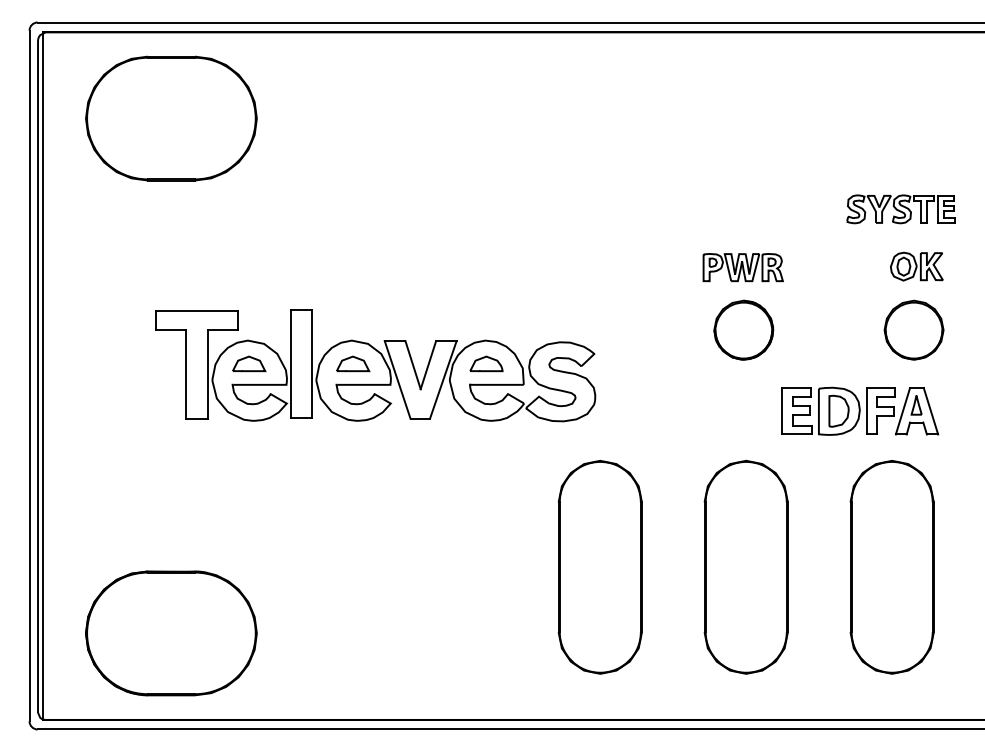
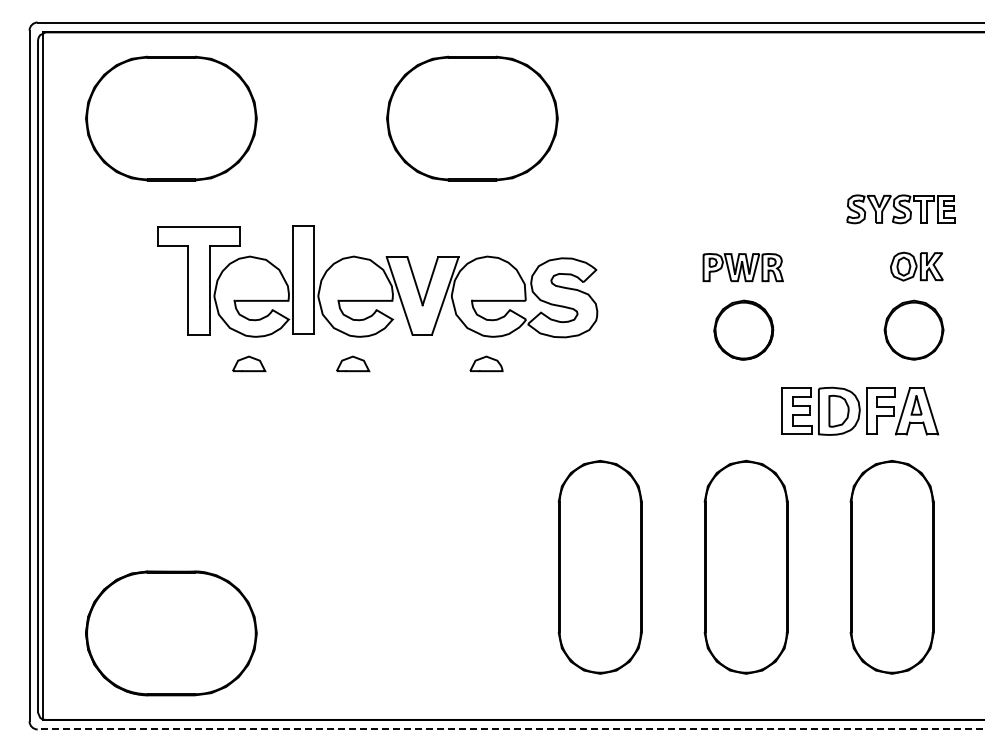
part at (472, 118): none -> present
part at (375, 365) position: (375, 365) -> (377, 281)
line at (510, 729): solid -> dashed
